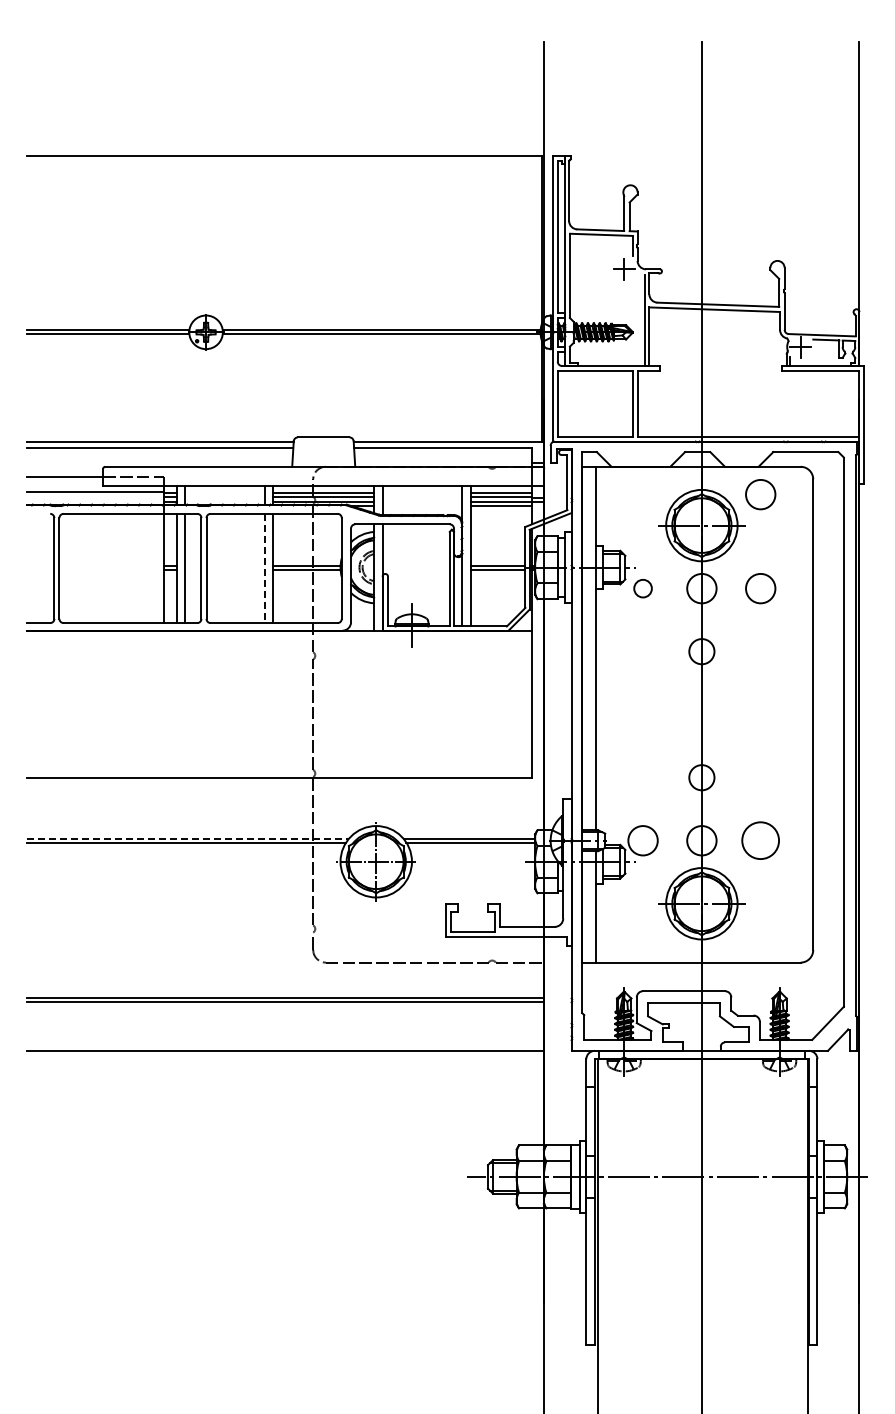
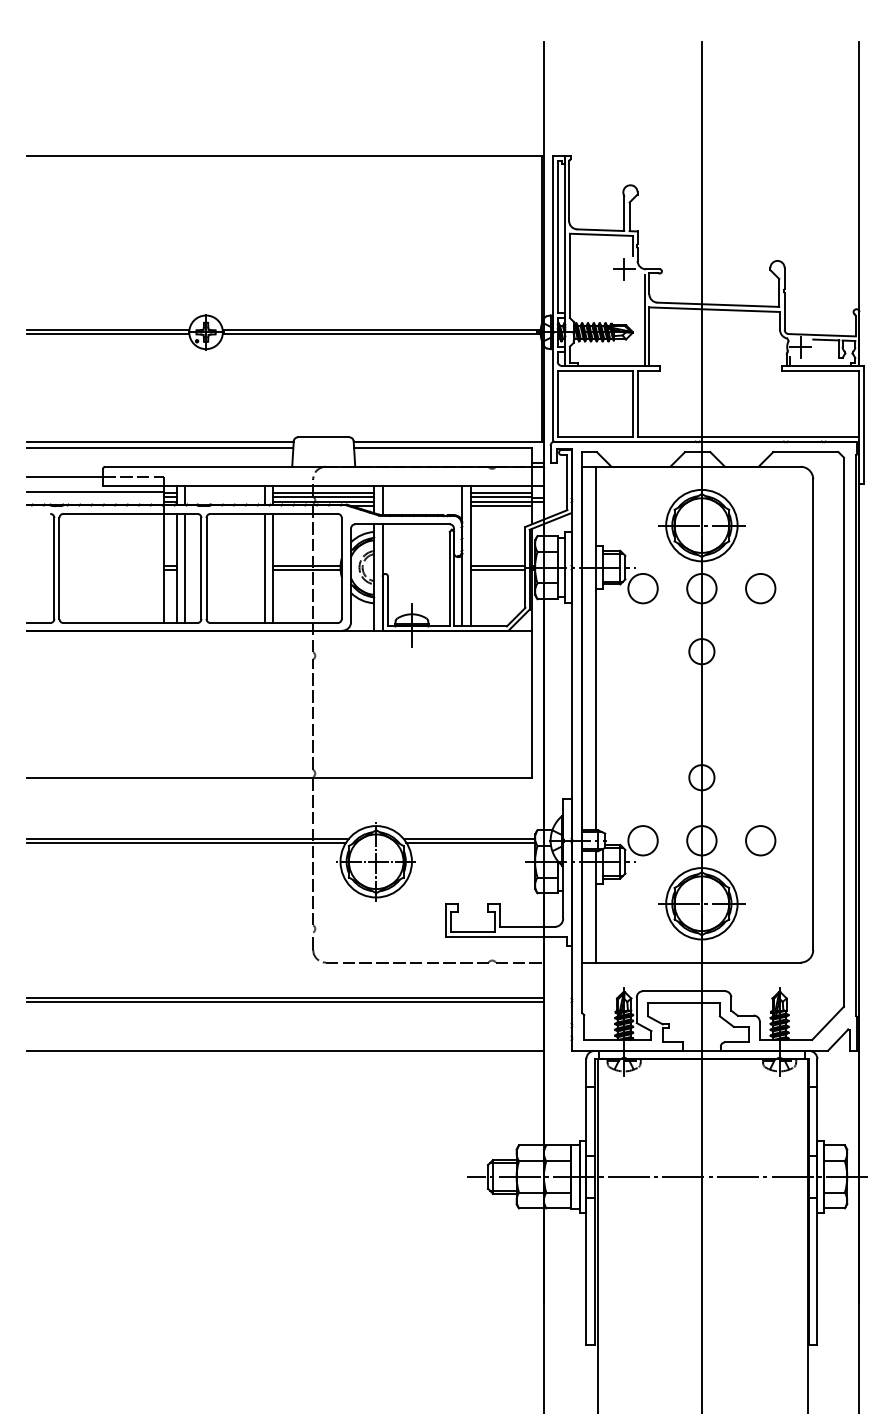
circle at (760, 494): present -> none
line at (264, 568): dashed -> solid
circle at (642, 588) diameter: 18 px -> 29 px
line at (188, 838): dashed -> solid
circle at (760, 840) size: 39x39 px -> 32x32 px
